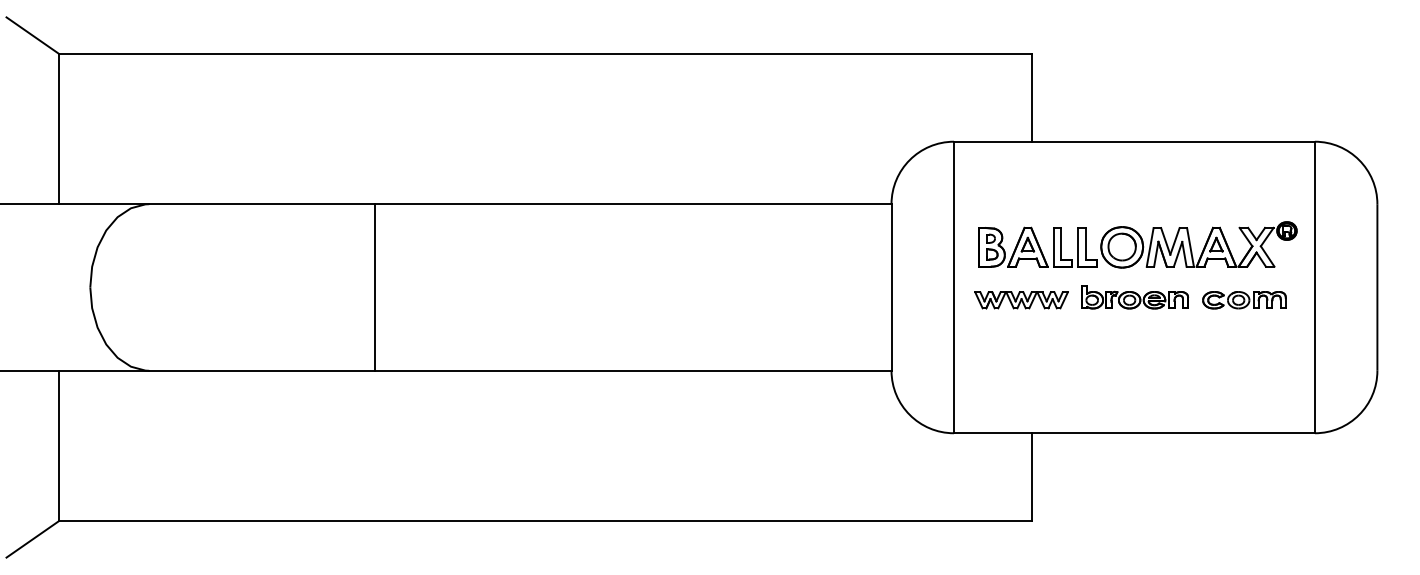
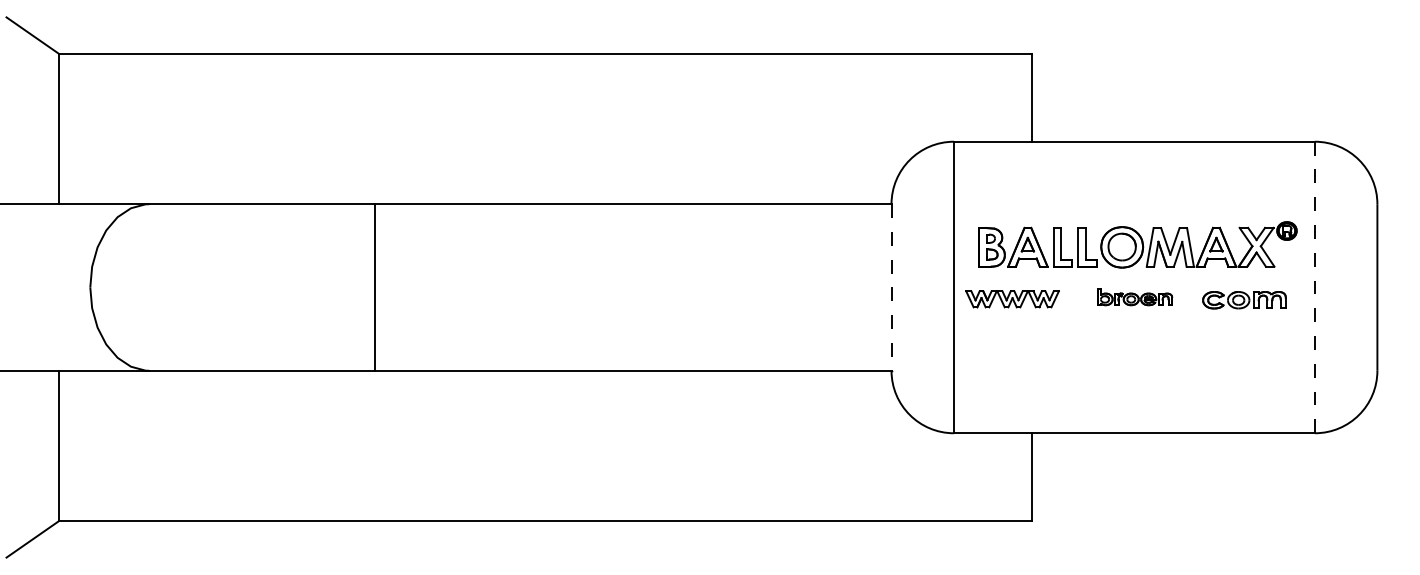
line at (891, 287): solid -> dashed
line at (1314, 287): solid -> dashed
part at (1134, 297) size: 108x25 px -> 77x19 px
part at (1021, 300) position: (1021, 300) -> (1012, 299)
